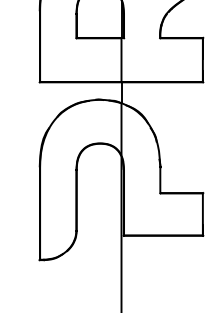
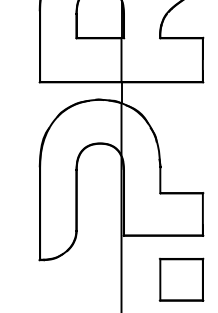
part at (181, 279): none -> present
